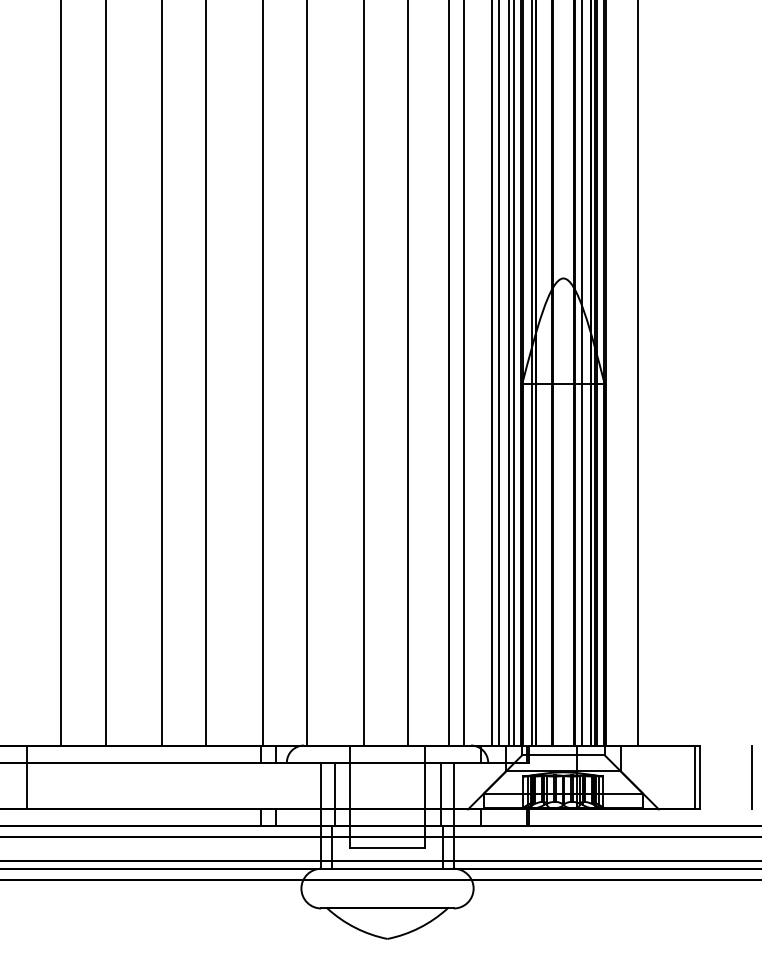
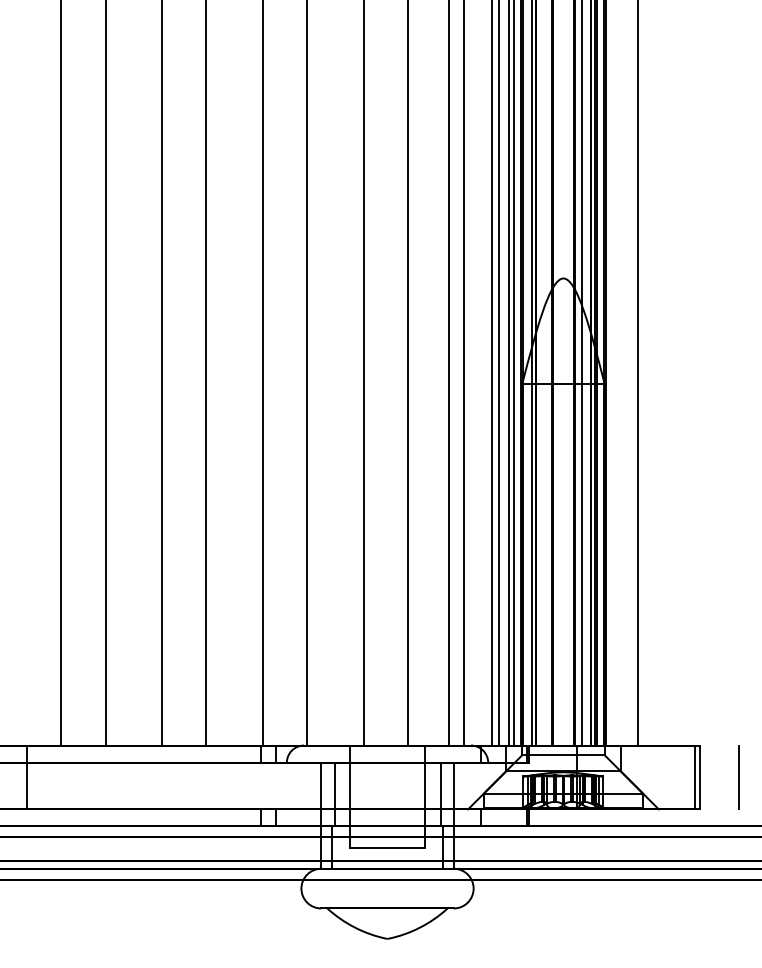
line at (751, 777) position: (751, 777) -> (738, 777)
